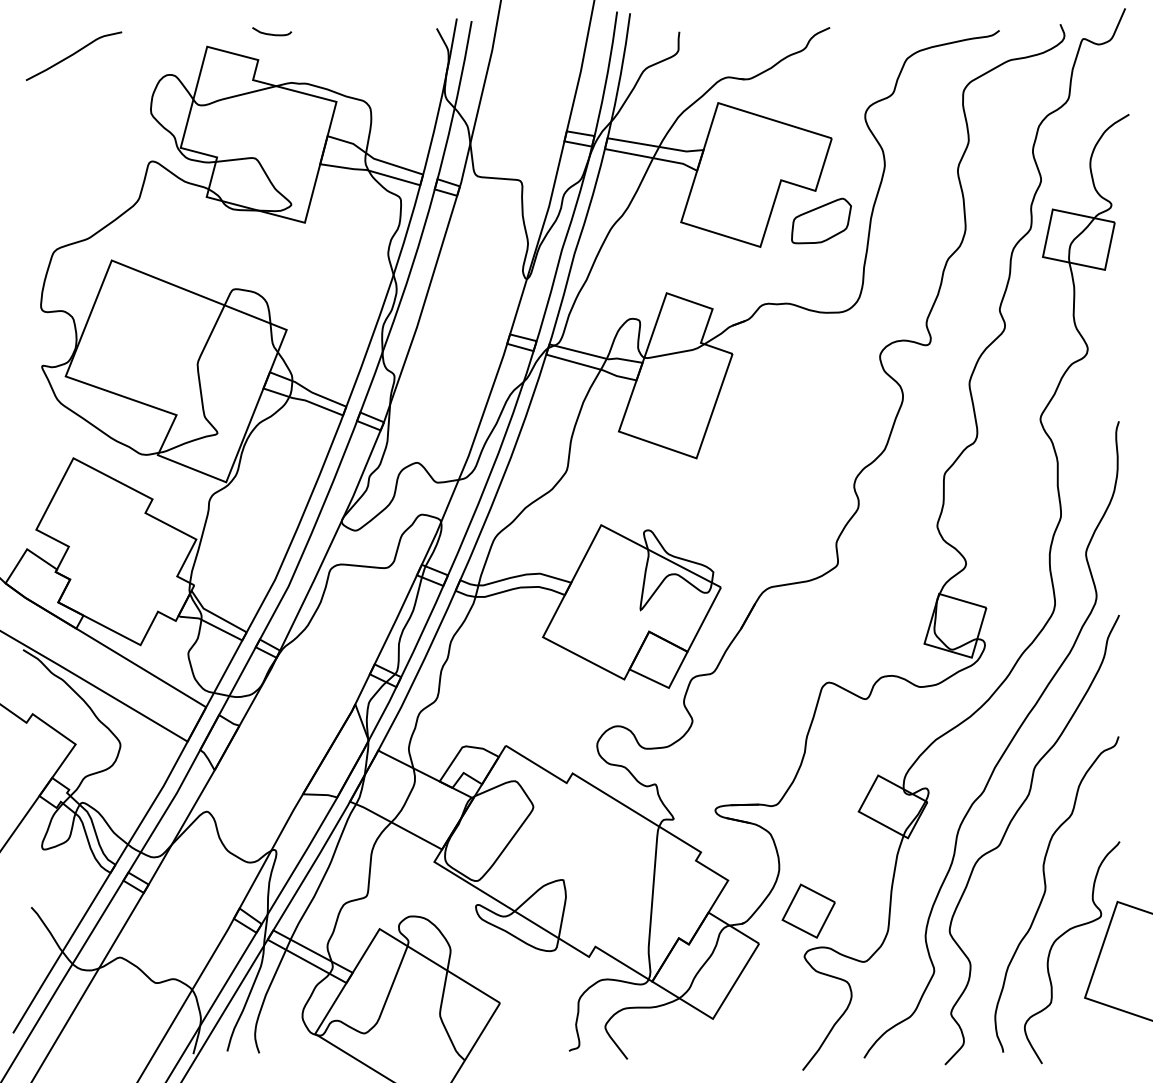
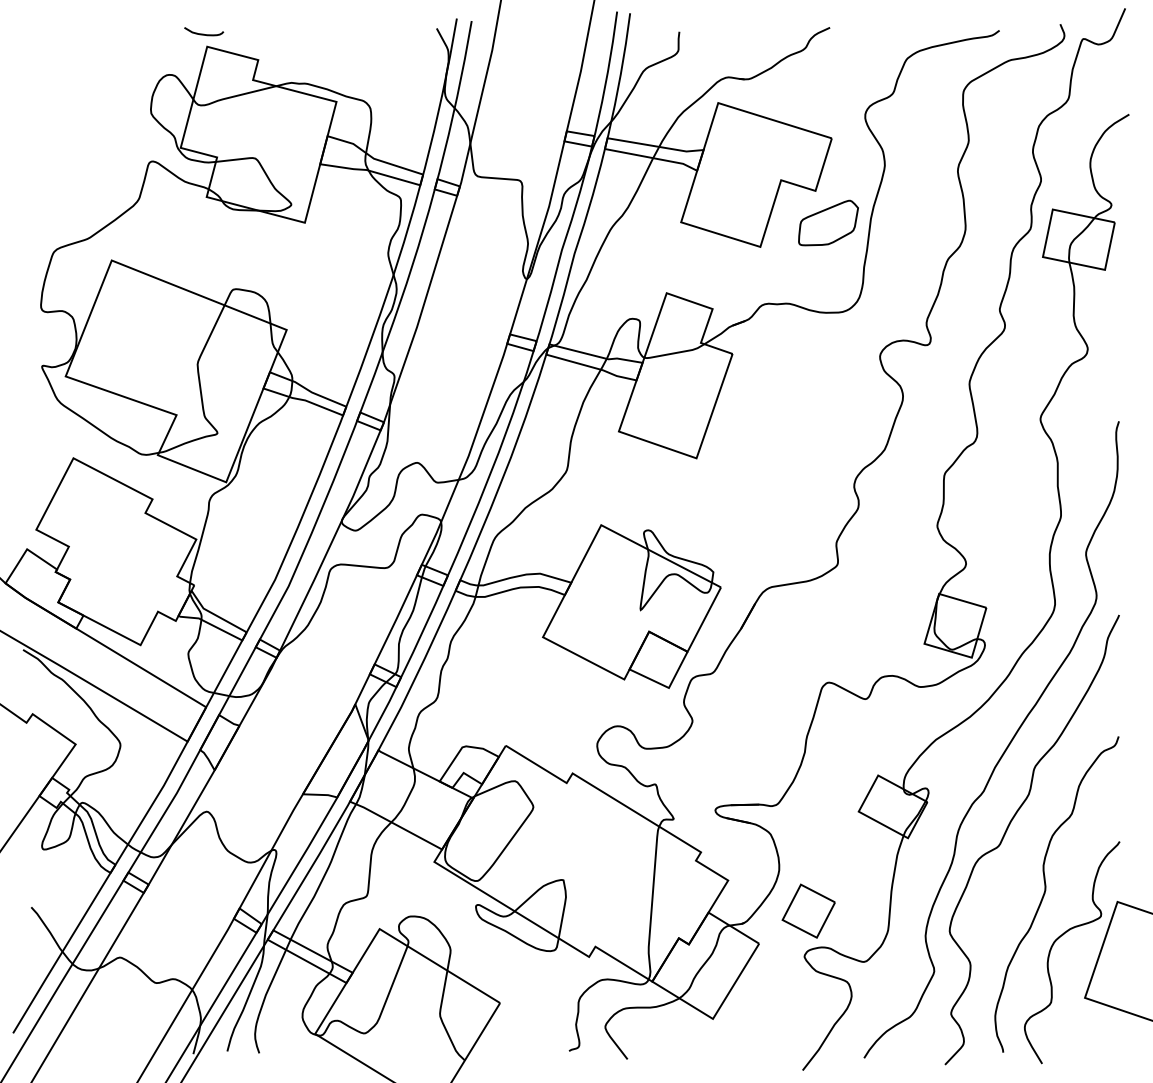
curve at (271, 33) position: (271, 33) -> (203, 33)
curve at (73, 55): present -> none
part at (821, 220) position: (821, 220) -> (828, 222)
